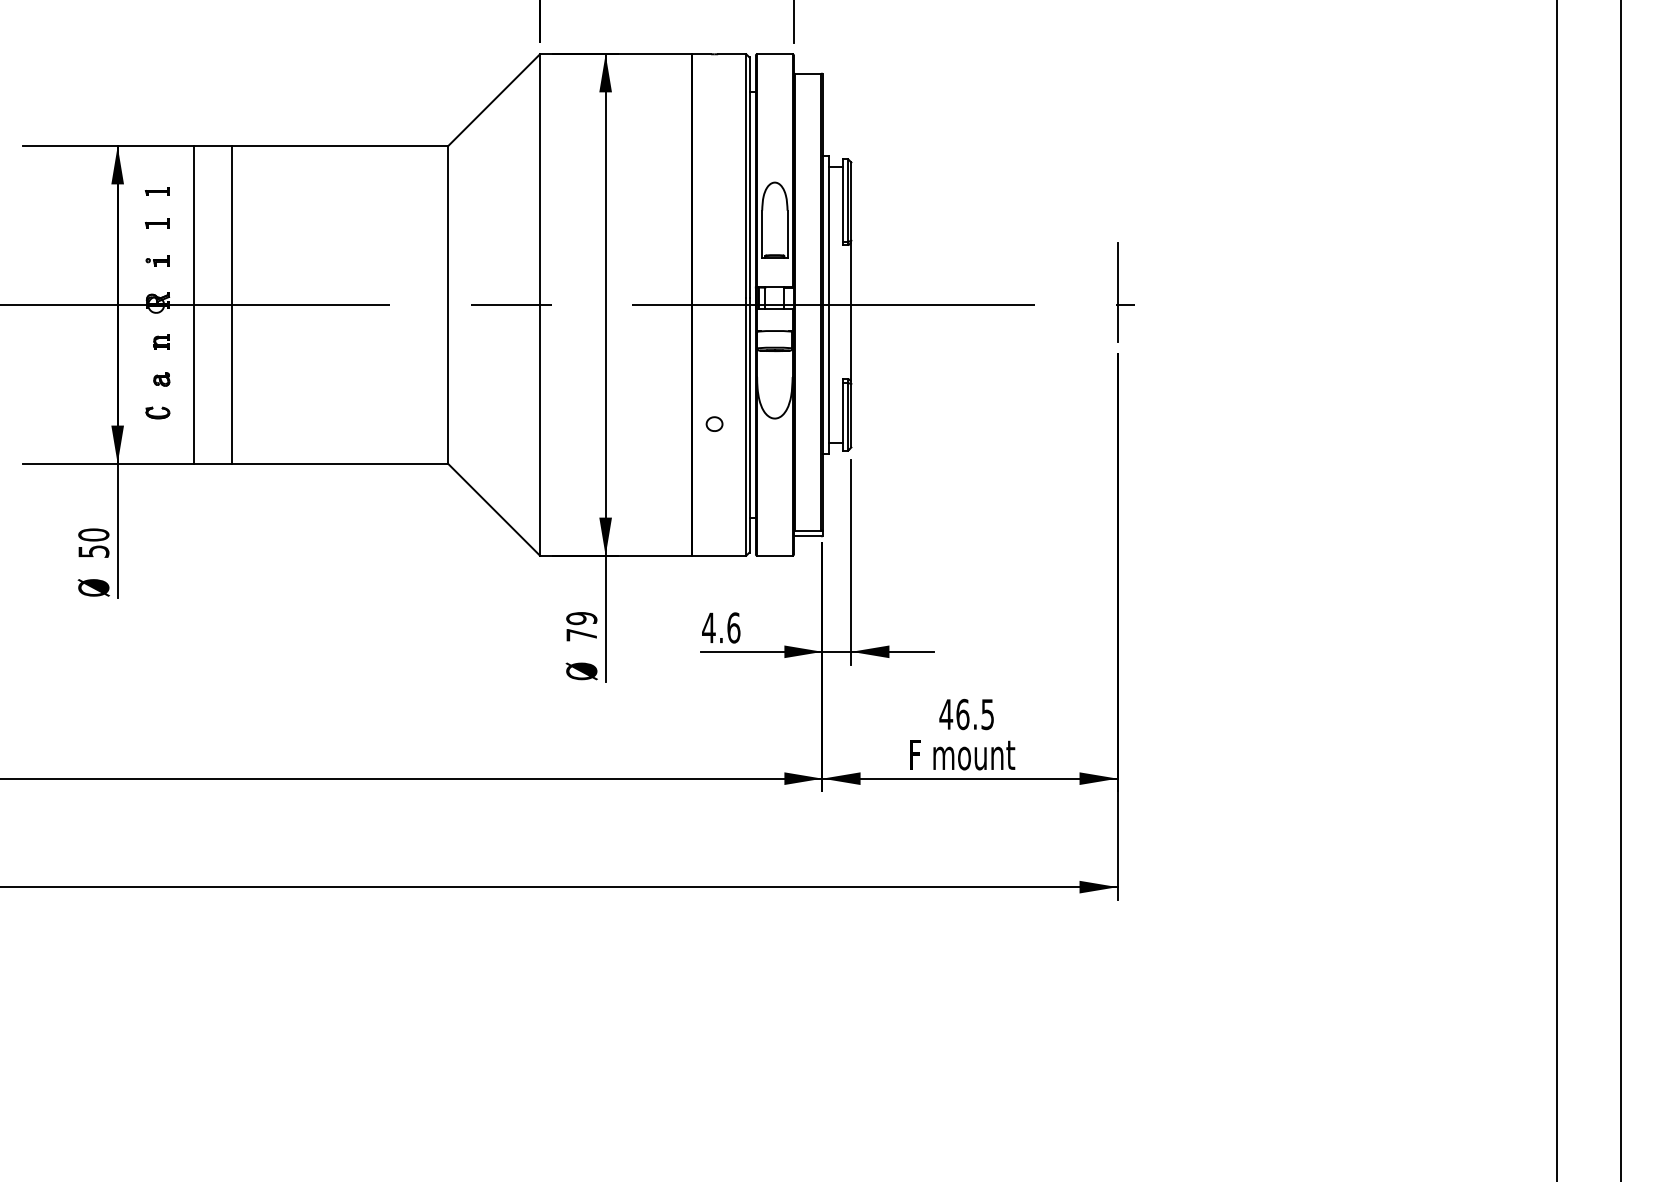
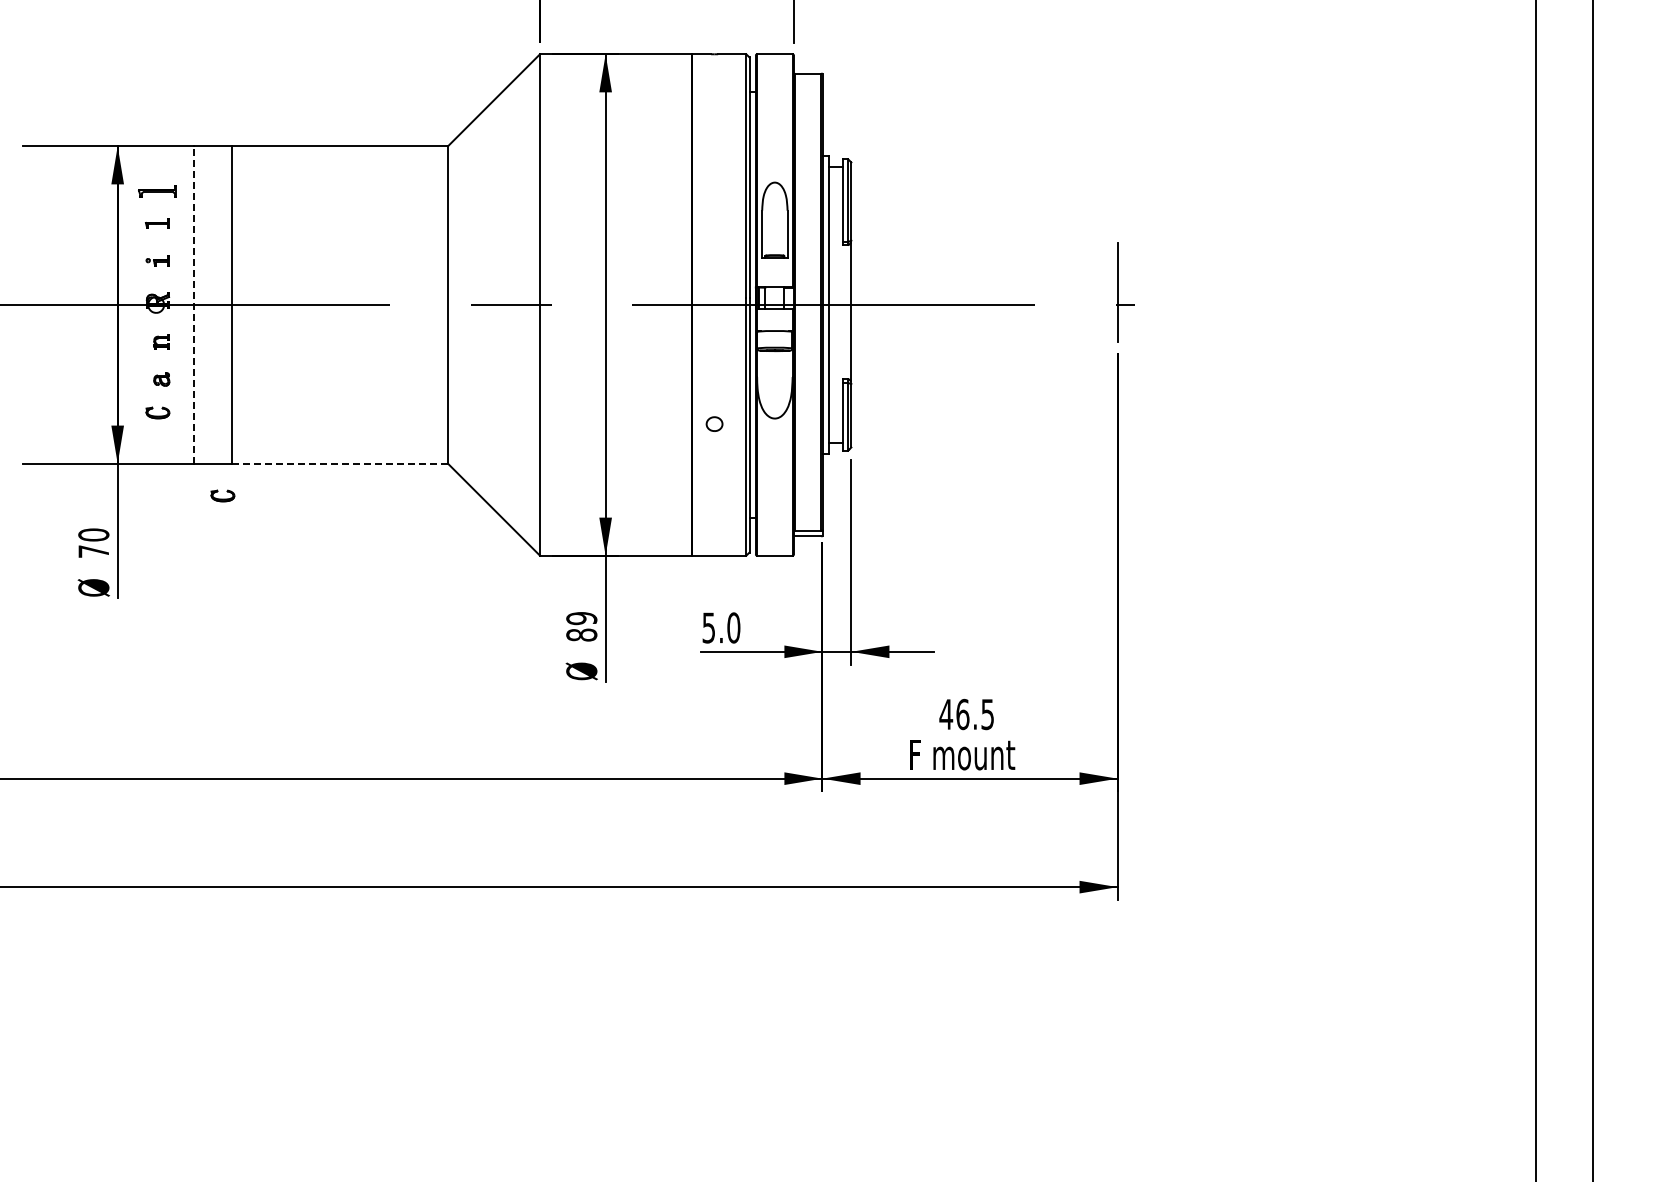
part at (157, 191) size: 25x9 px -> 39x13 px
line at (194, 304): solid -> dashed
line at (340, 463): solid -> dashed
part at (222, 495): none -> present
text at (93, 551): 50 -> 70
line at (1557, 590) position: (1557, 590) -> (1536, 590)
line at (1620, 590) position: (1620, 590) -> (1592, 590)
text at (721, 627): 4.6 -> 5.0
text at (581, 634): 79 -> 89
